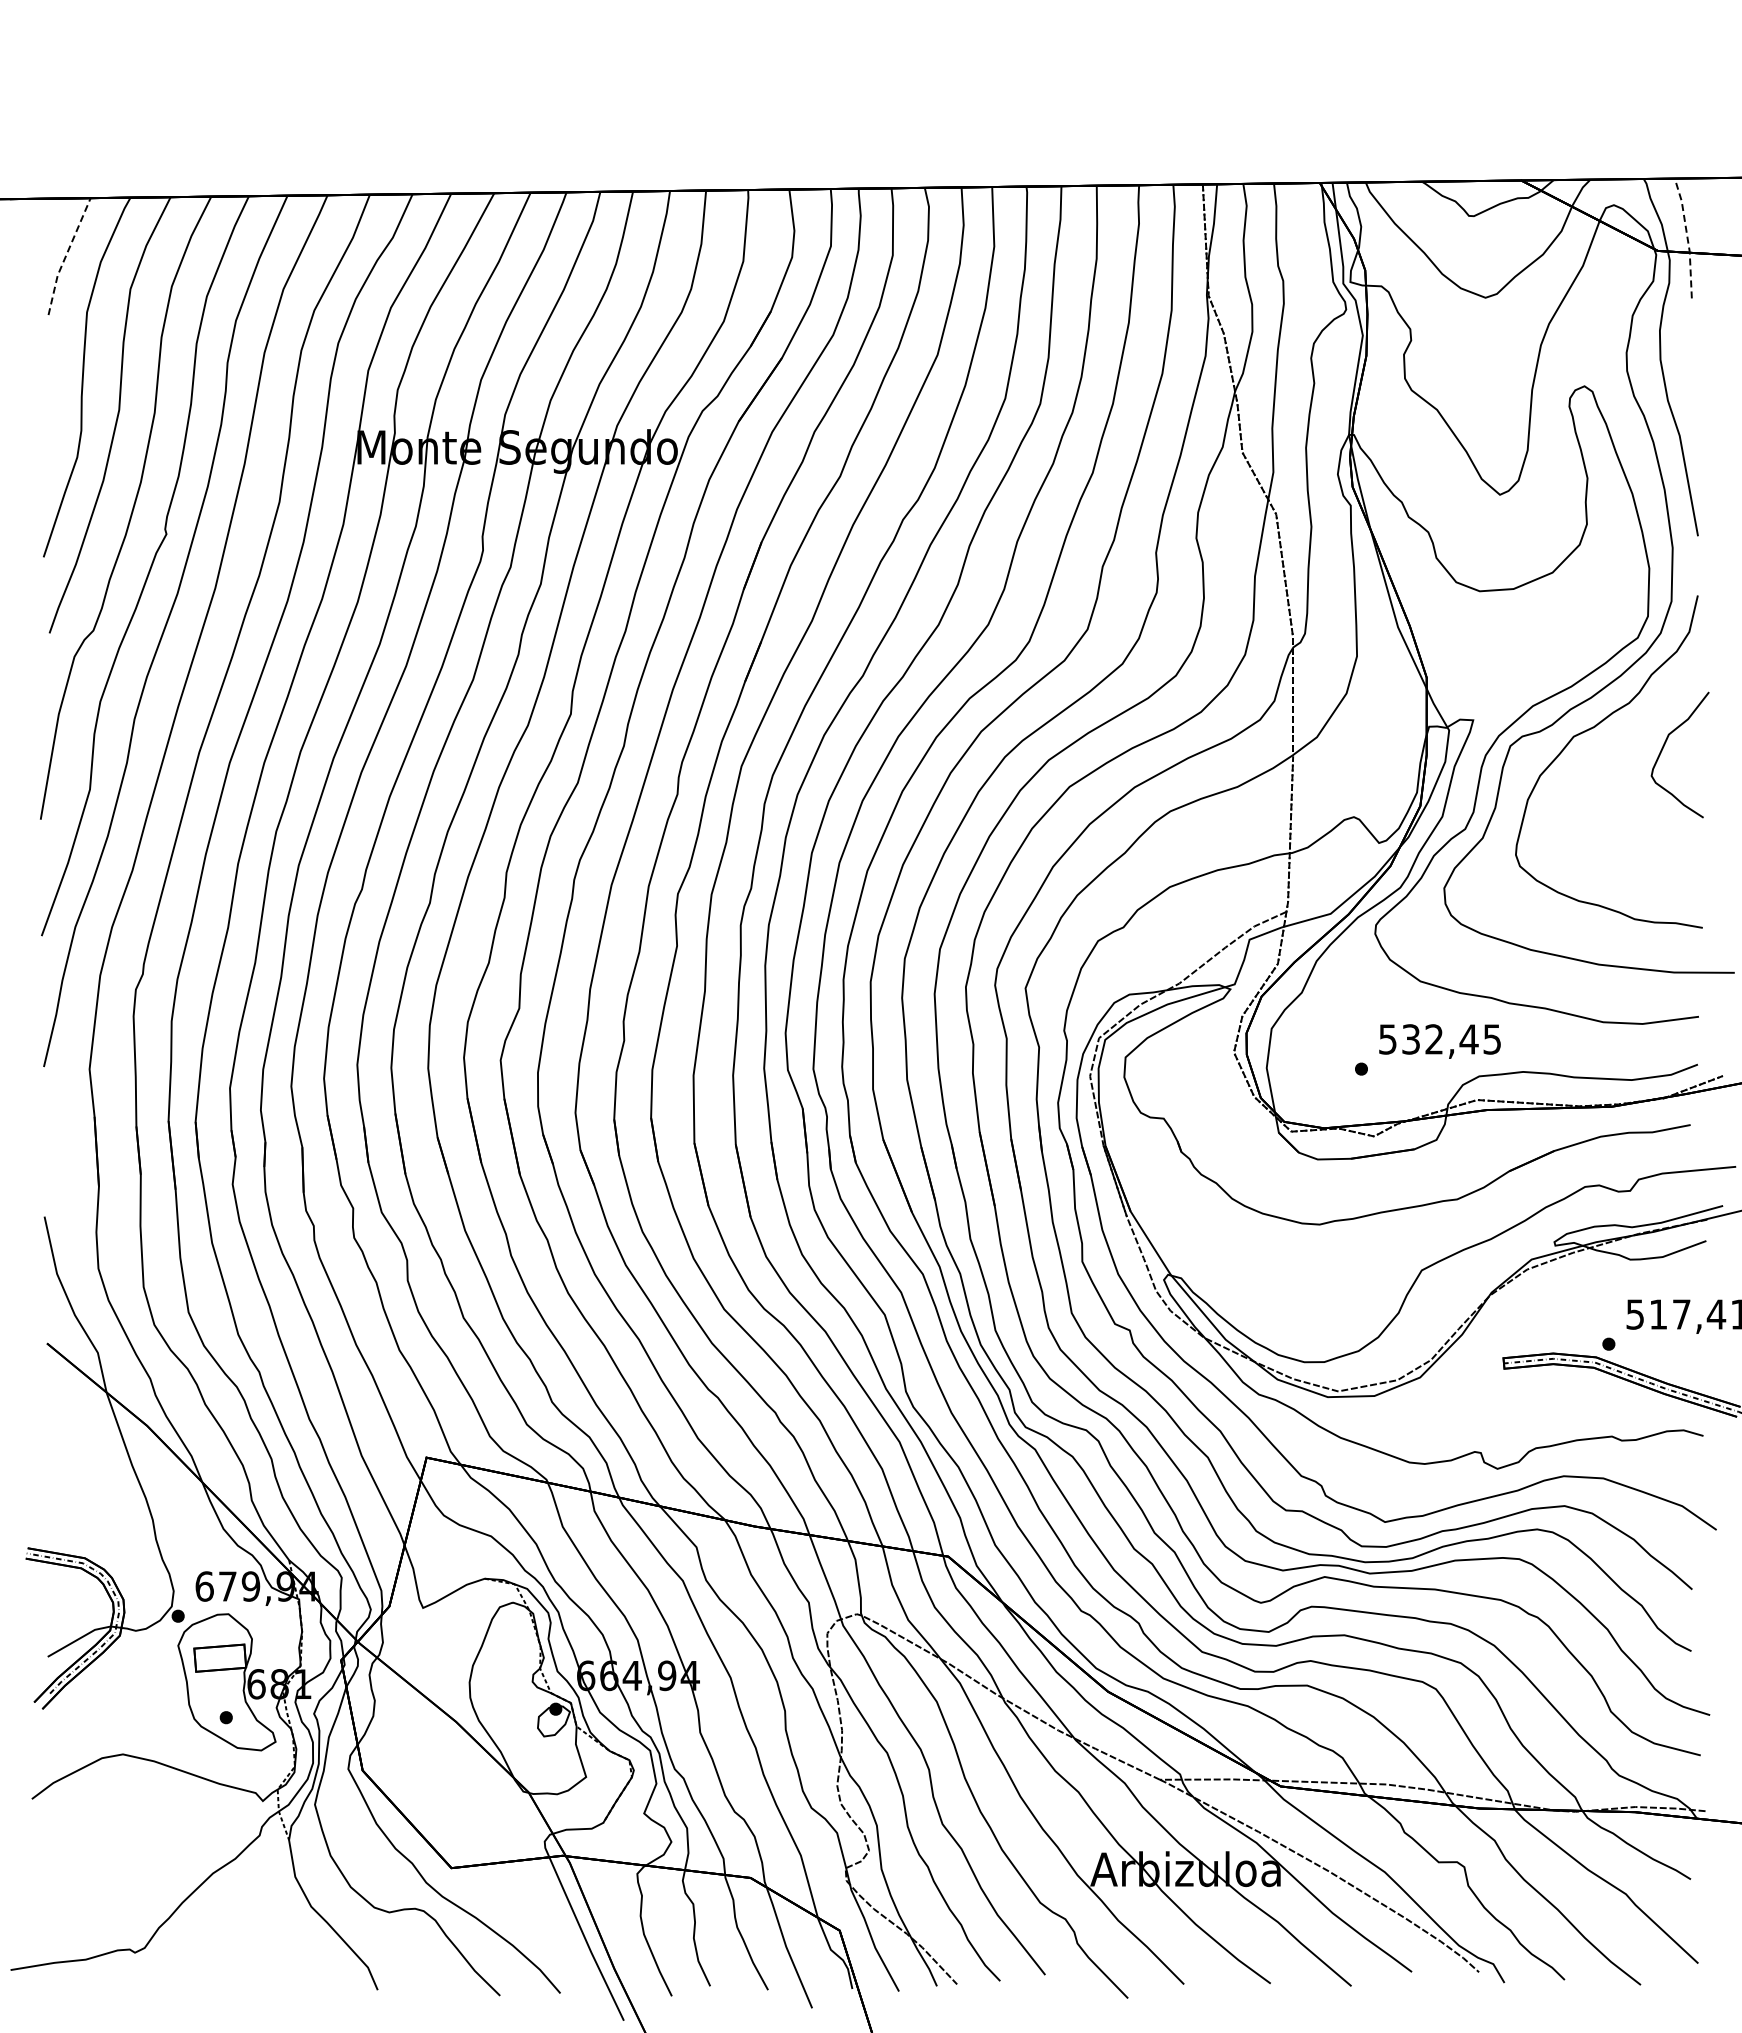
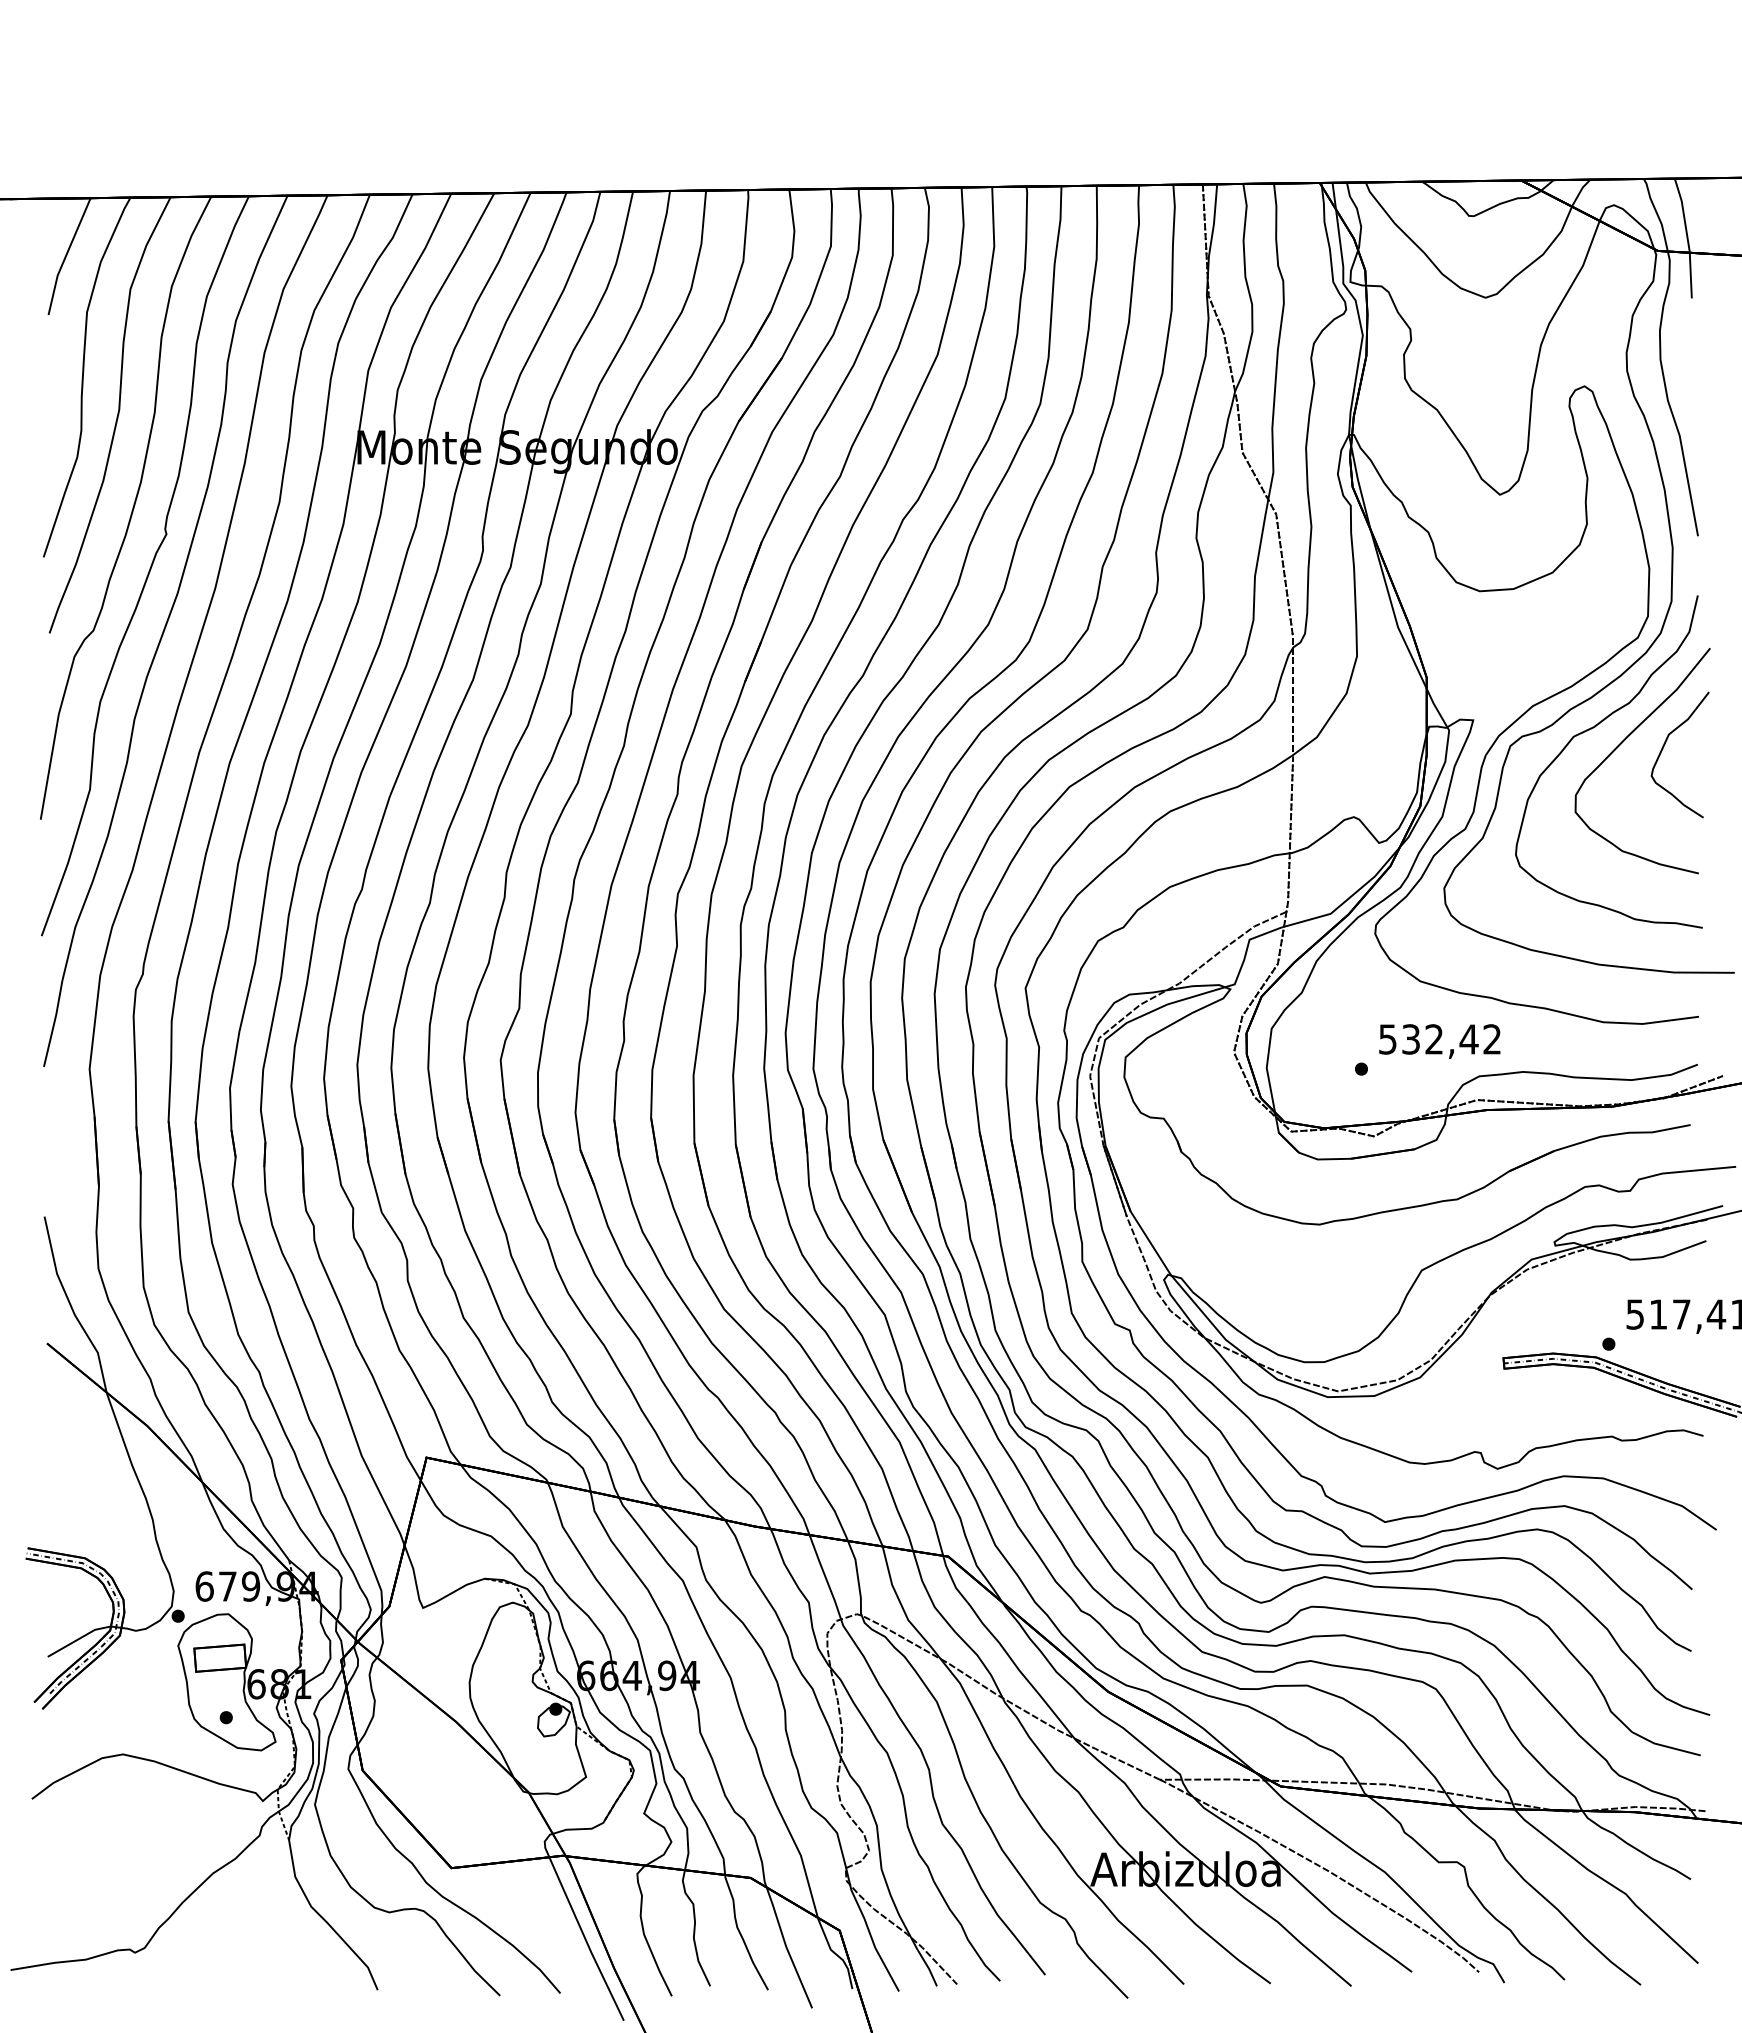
line at (1687, 237): dashed -> solid
line at (66, 255): dashed -> solid
curve at (1624, 741): none -> present
text at (1491, 1039): 532,45 -> 532,42
